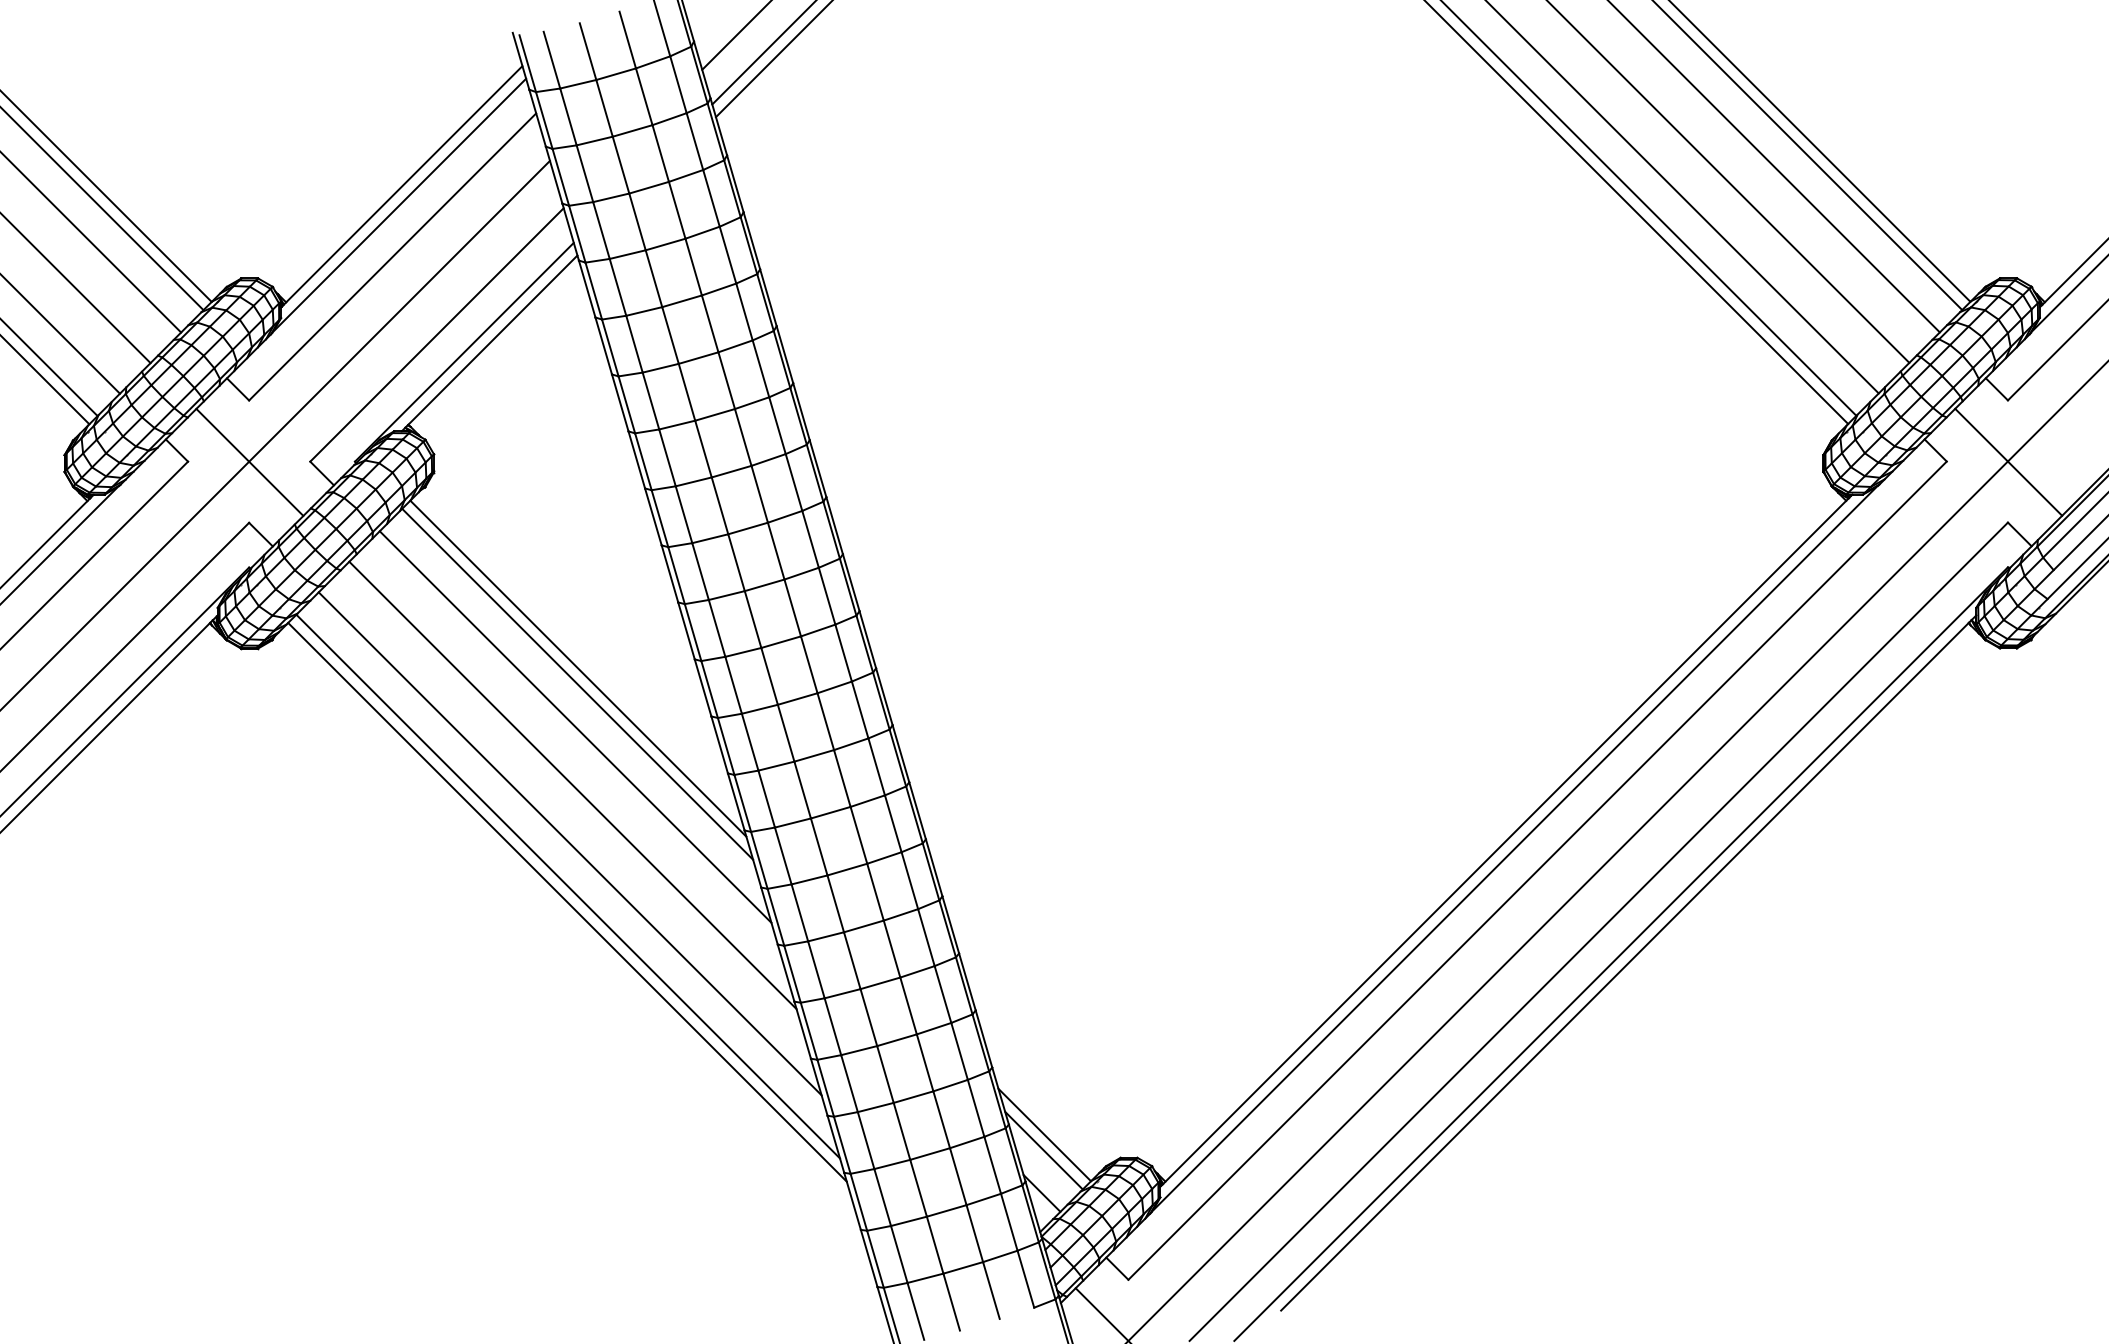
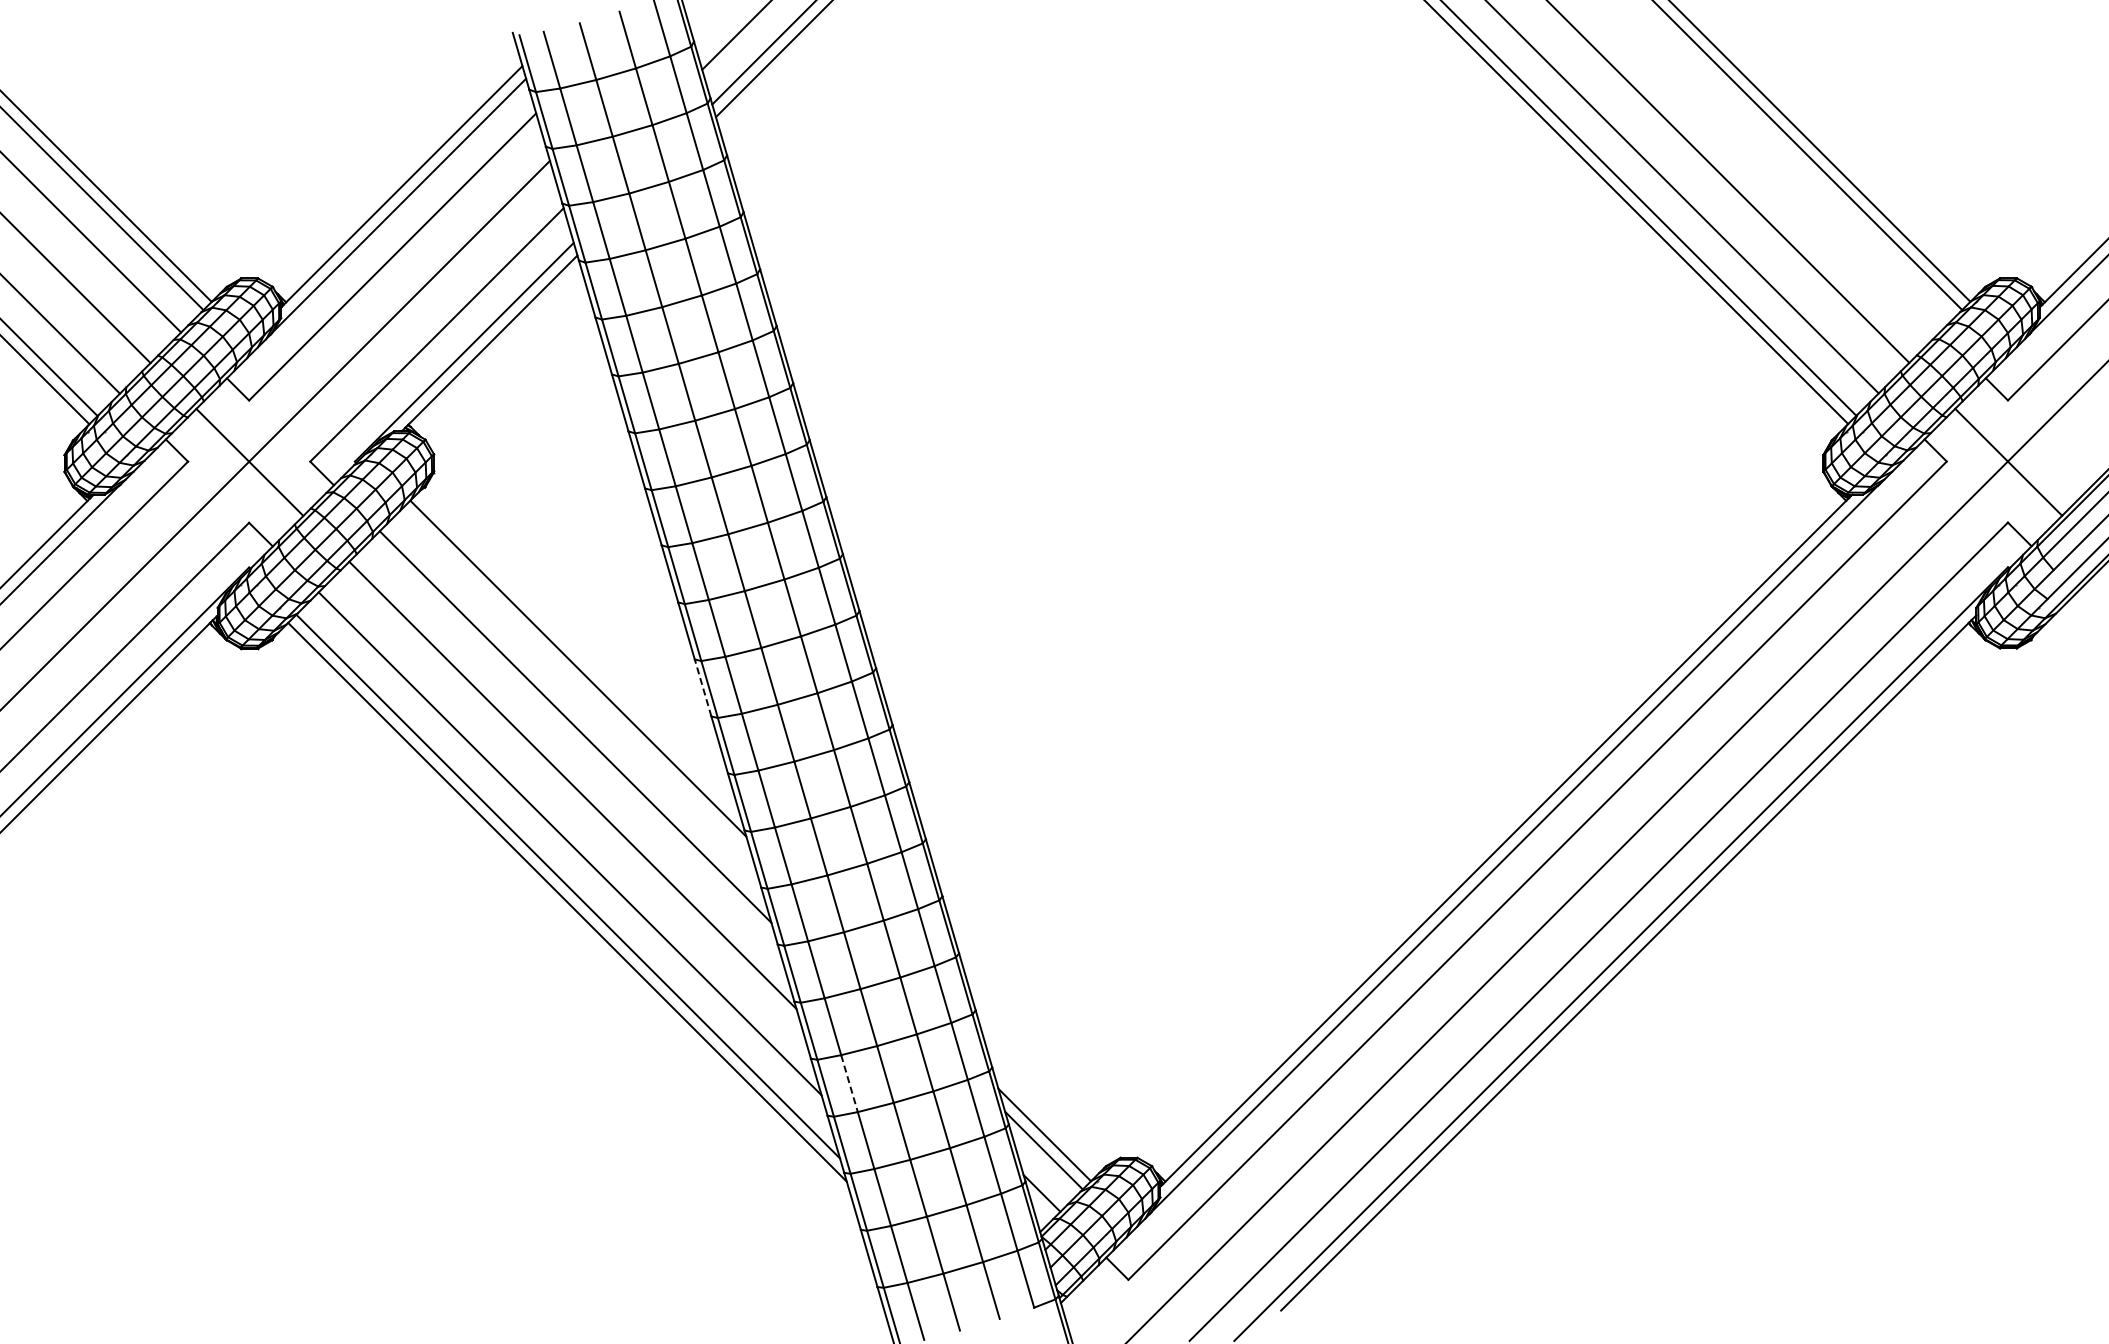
line at (1774, 167): present -> none
line at (577, 683): present -> none
line at (703, 687): solid -> dashed
line at (849, 1083): solid -> dashed
line at (1101, 1314): present -> none
